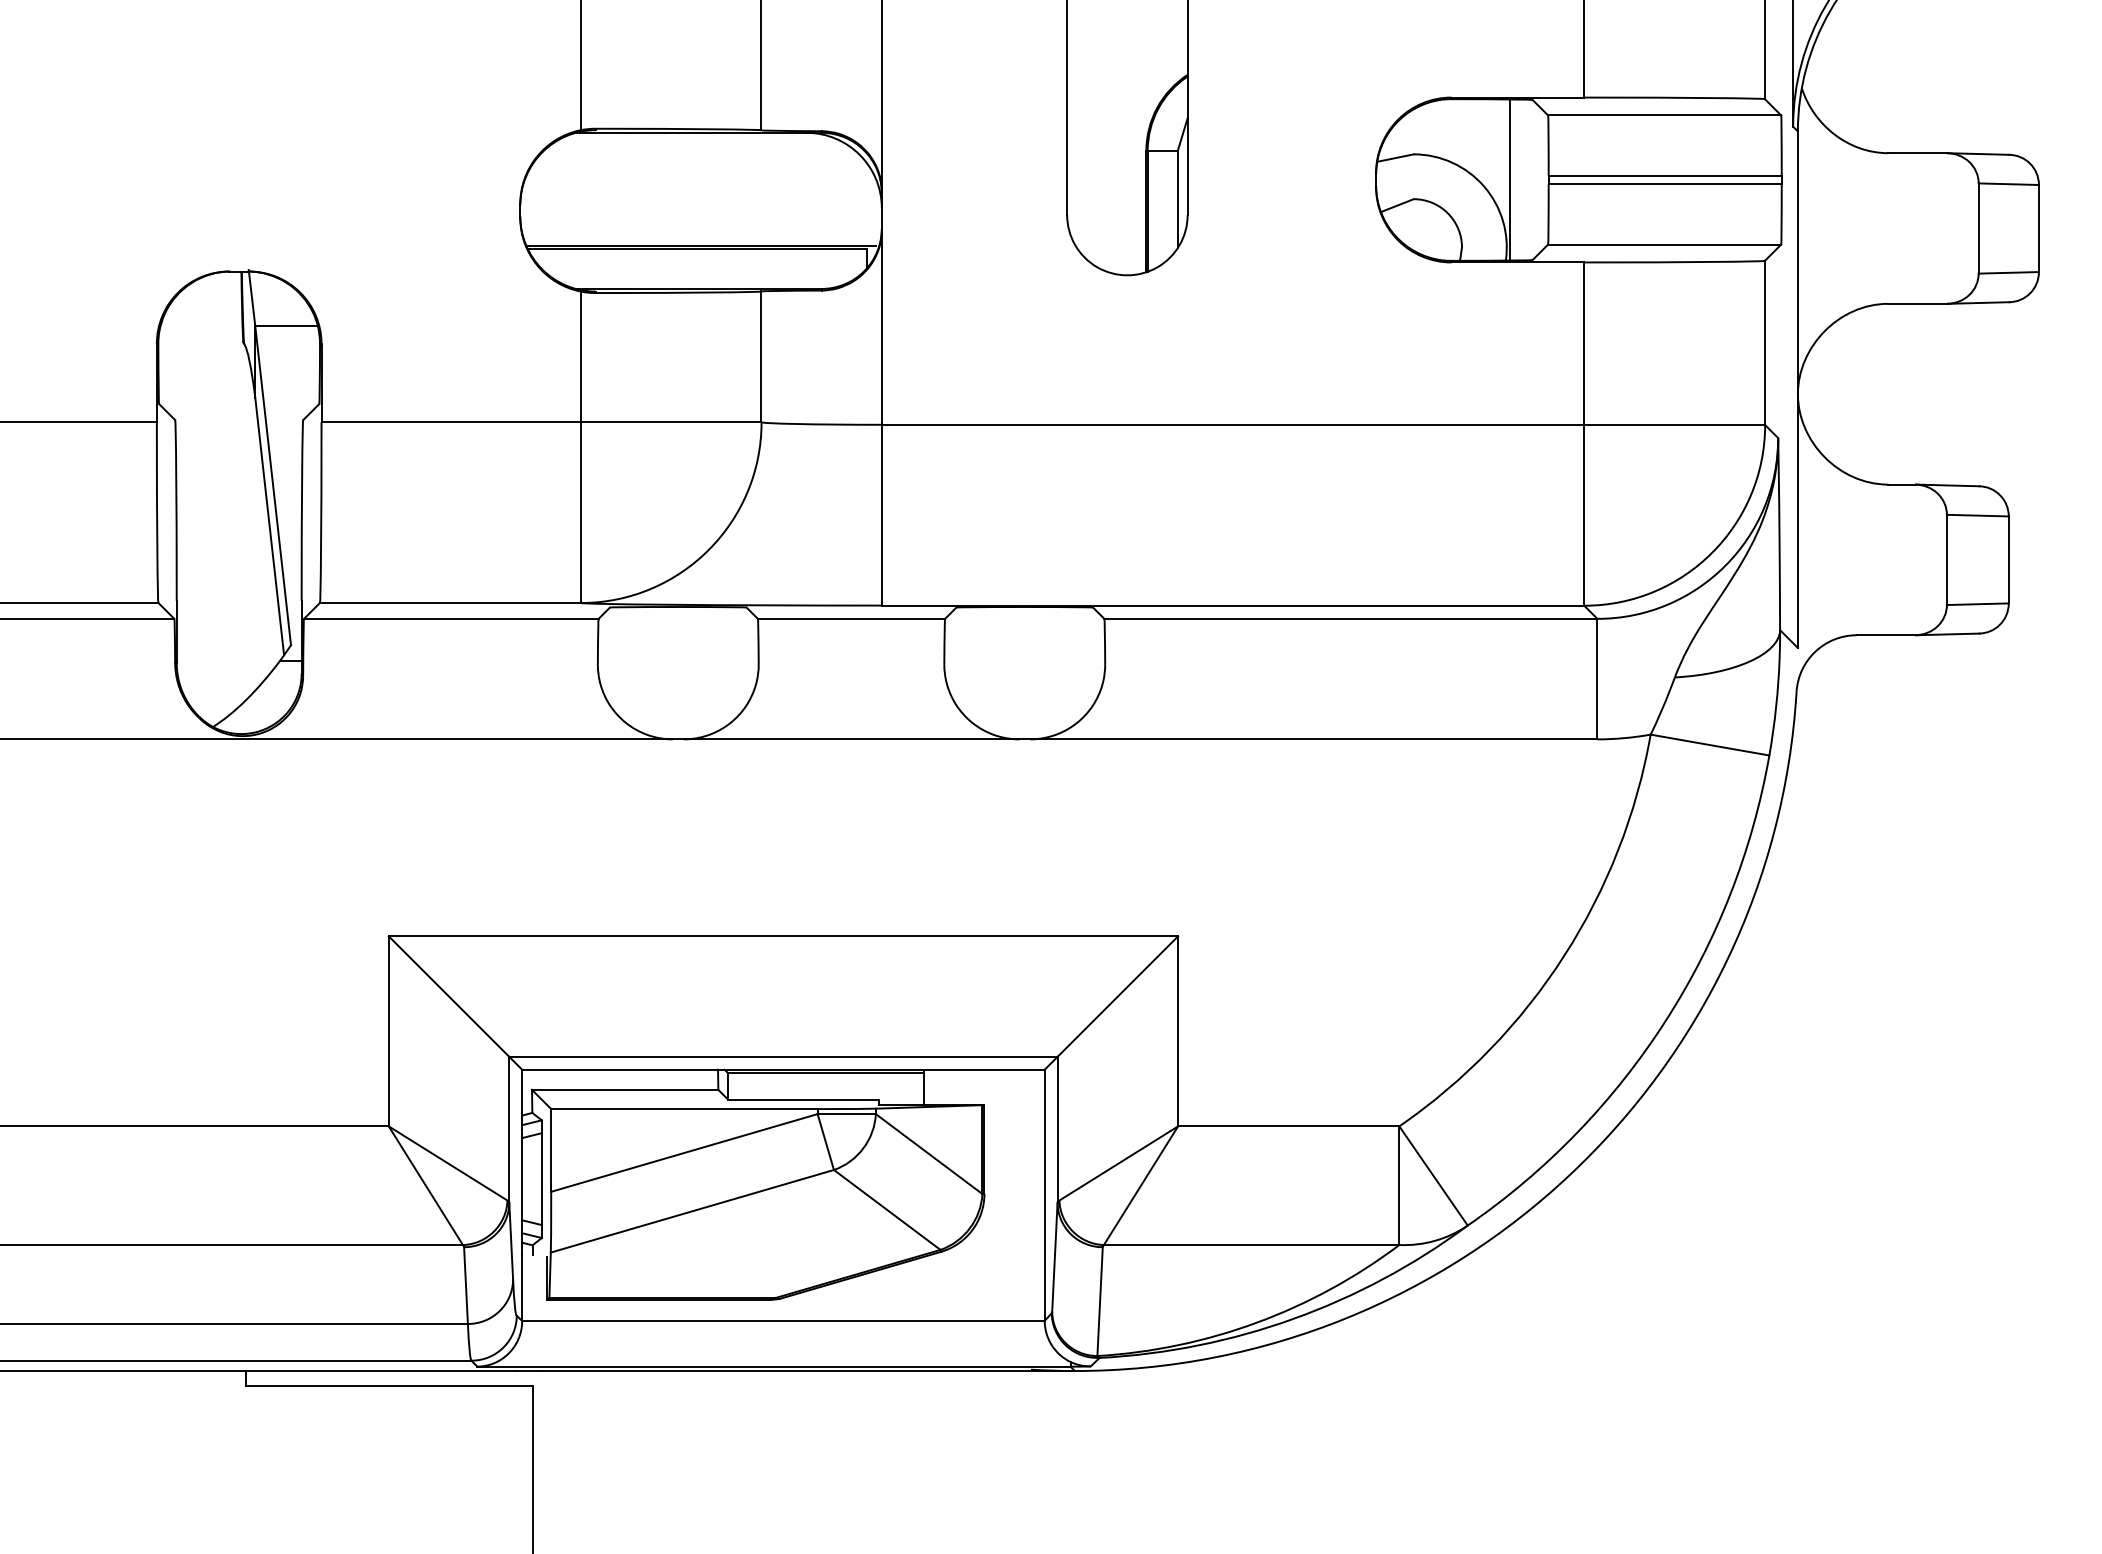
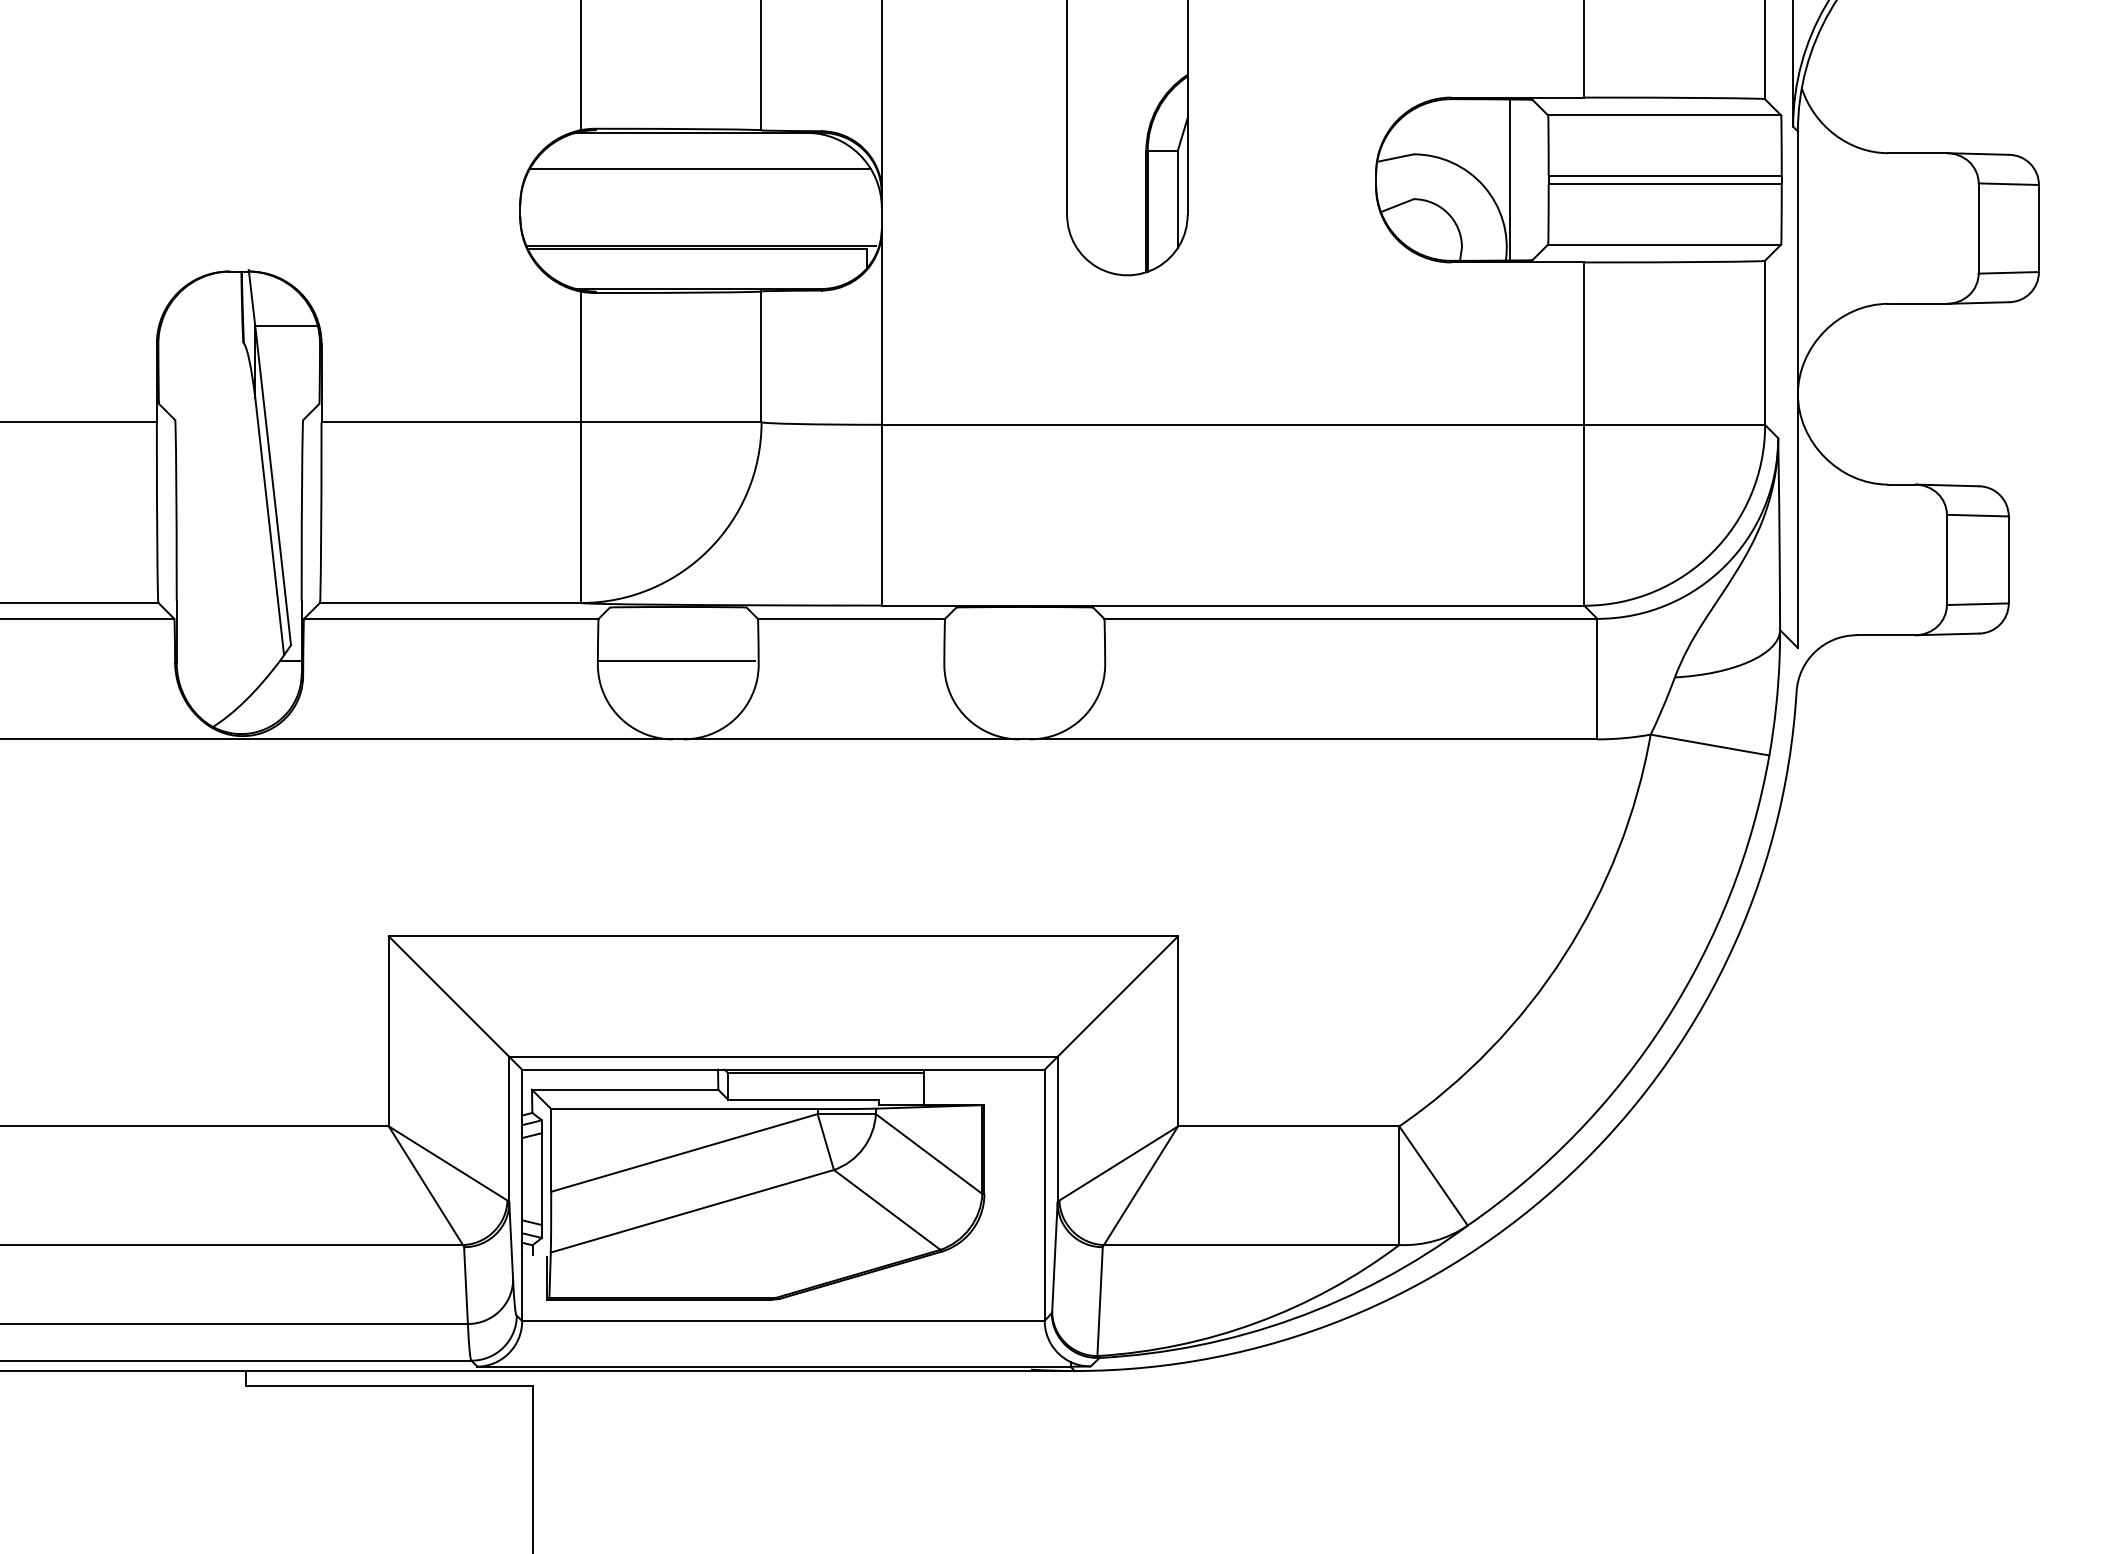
line at (699, 168): none -> present
line at (676, 660): none -> present
